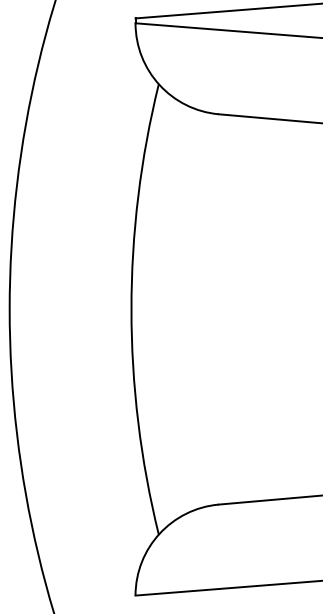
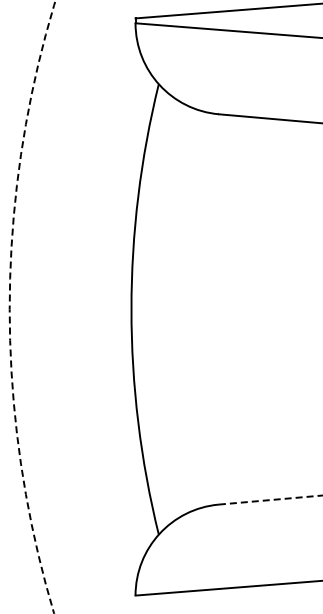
arc at (9, 307): solid -> dashed
line at (270, 500): solid -> dashed
